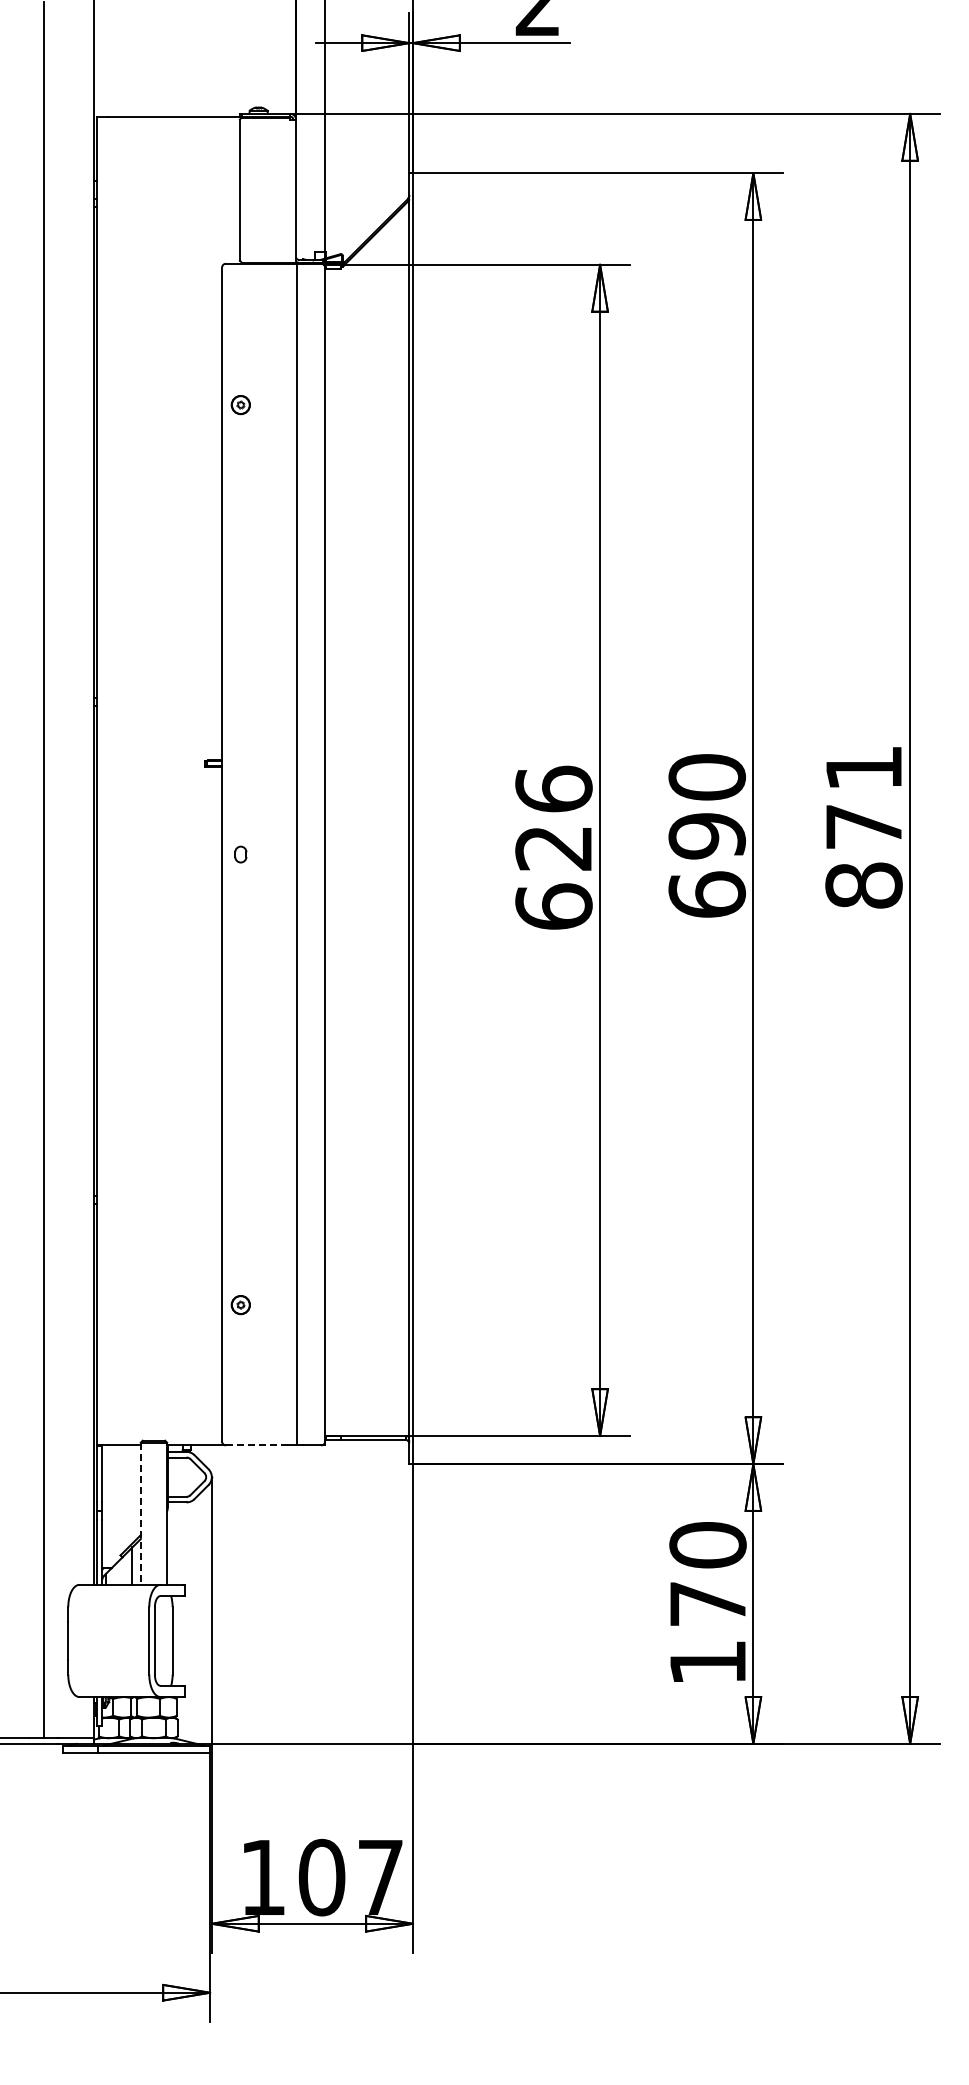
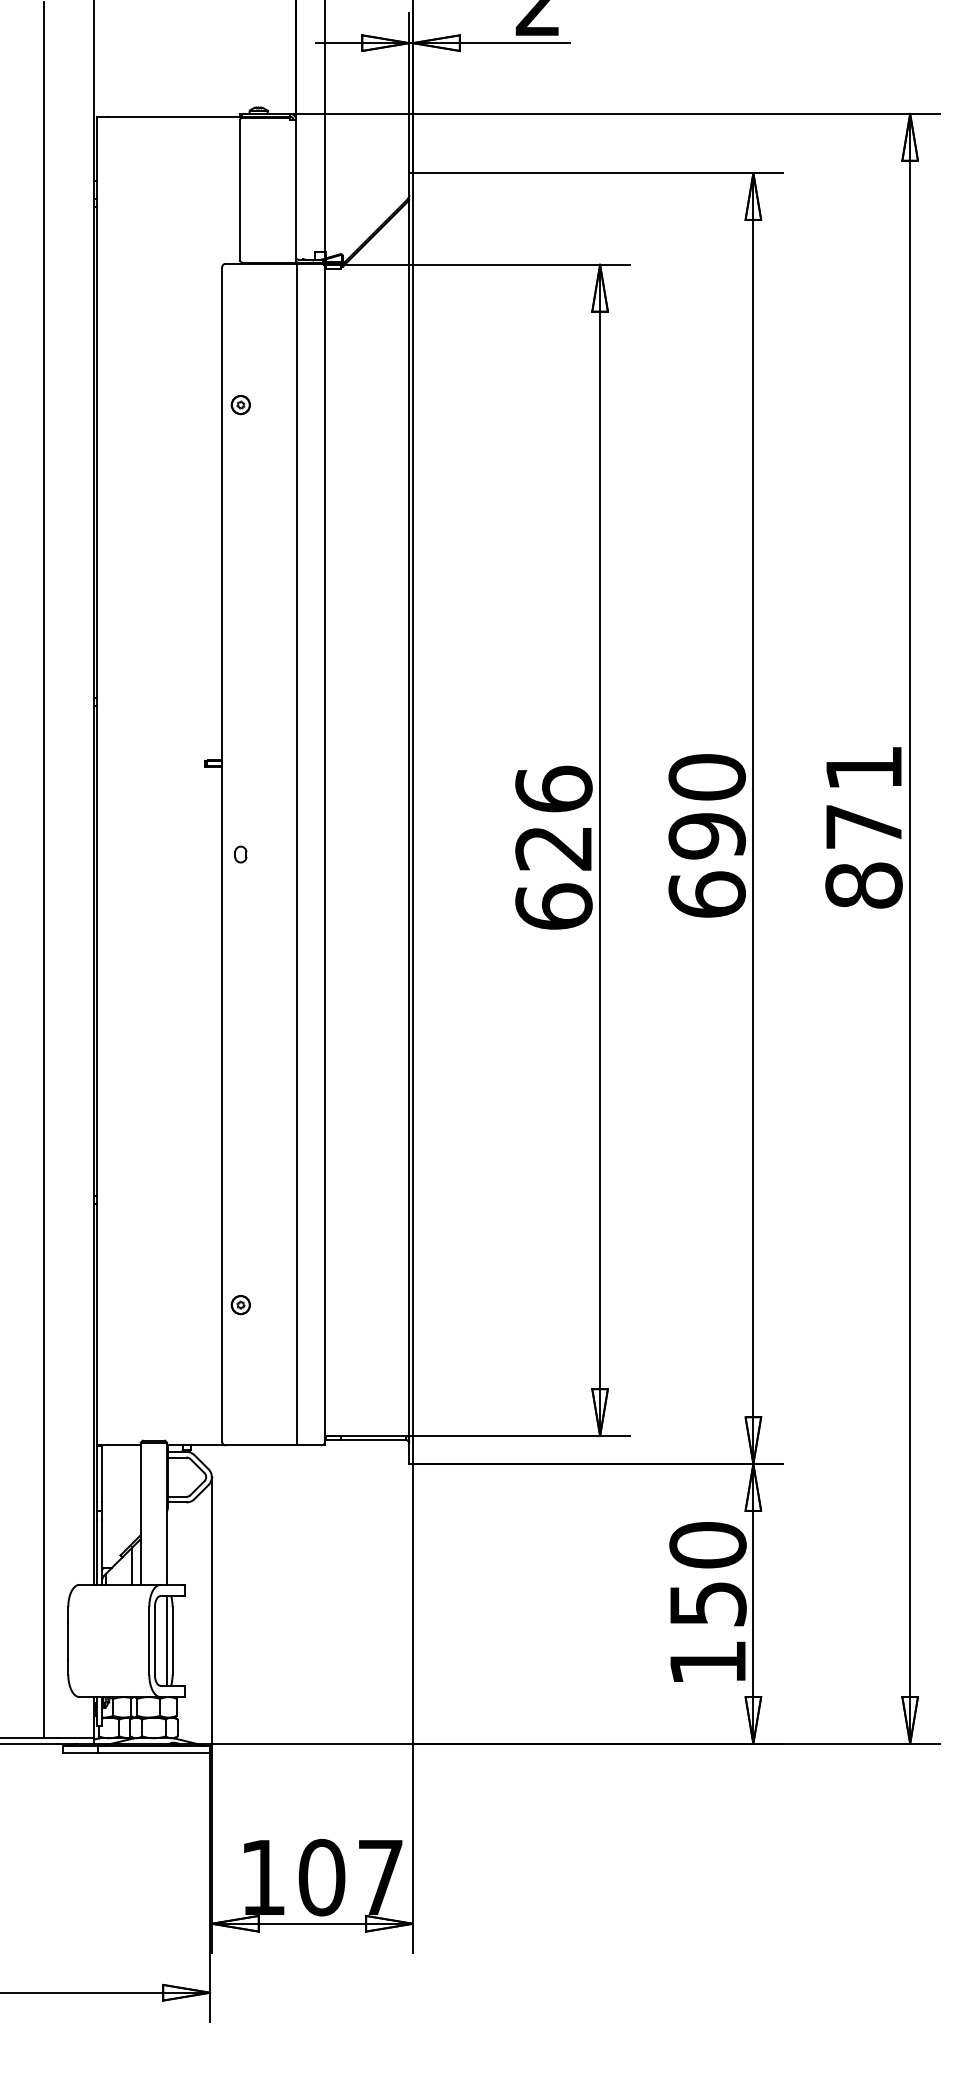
line at (256, 1445): dashed -> solid
line at (140, 1514): dashed -> solid
text at (708, 1604): 170 -> 150
line at (167, 1640): none -> present
